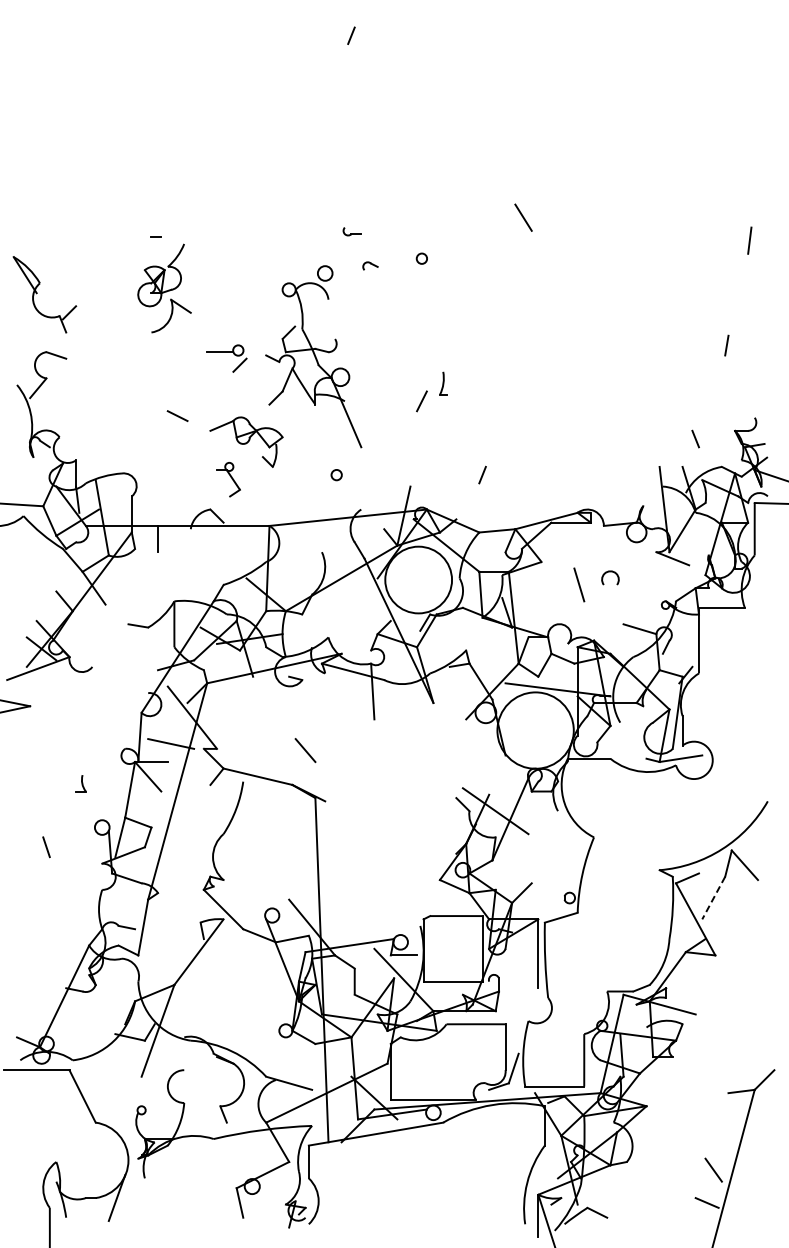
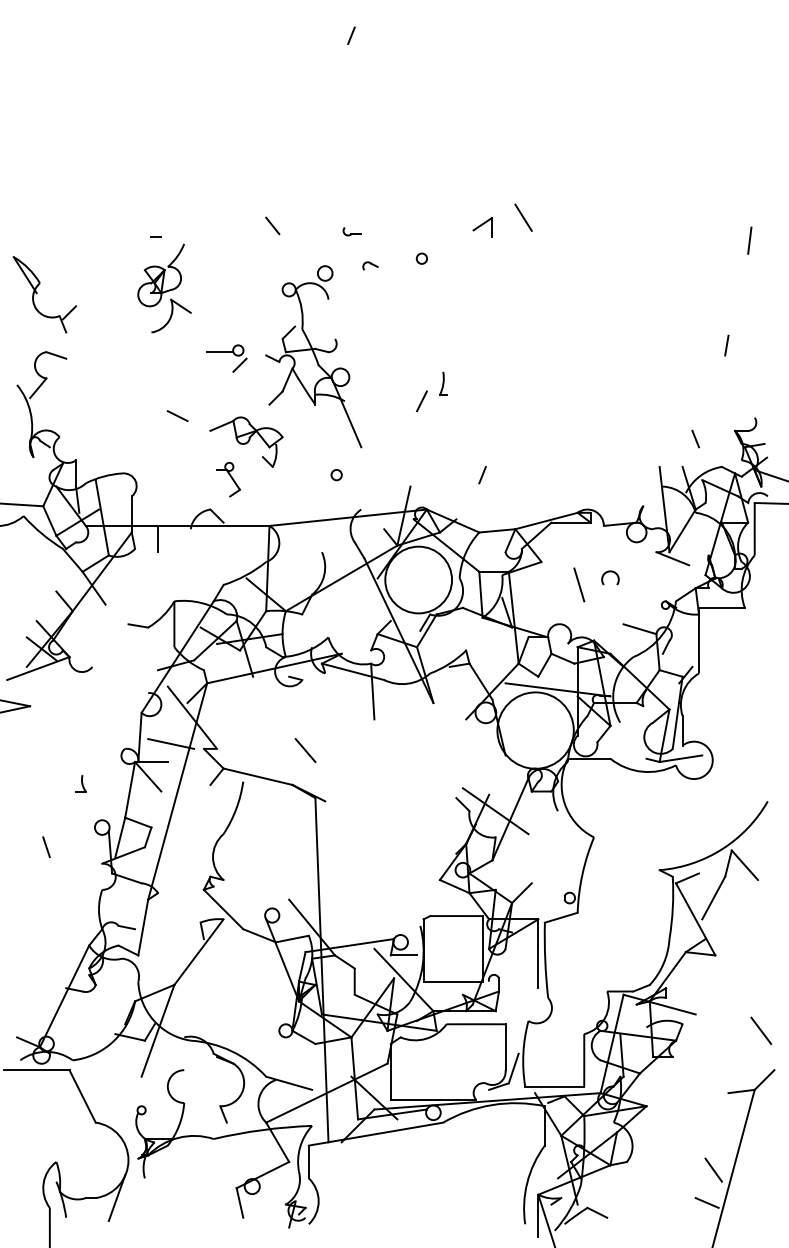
line at (272, 225): none -> present
part at (482, 227): none -> present
line at (713, 898): dashed -> solid
line at (761, 1030): none -> present
